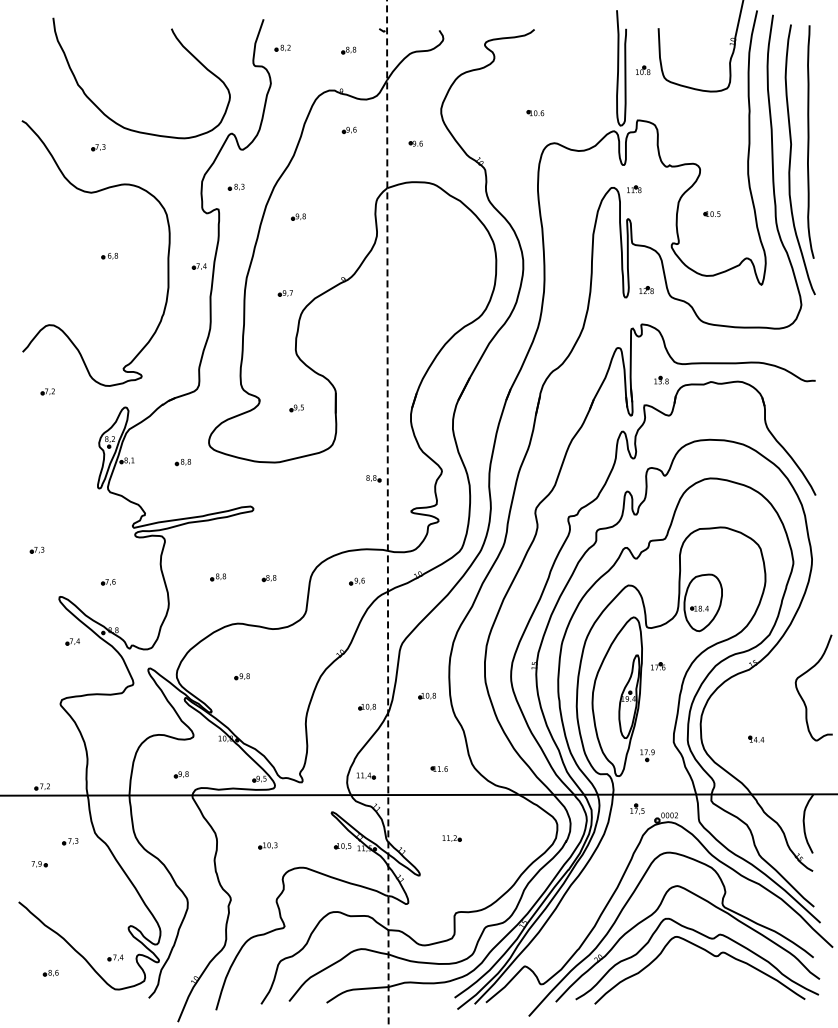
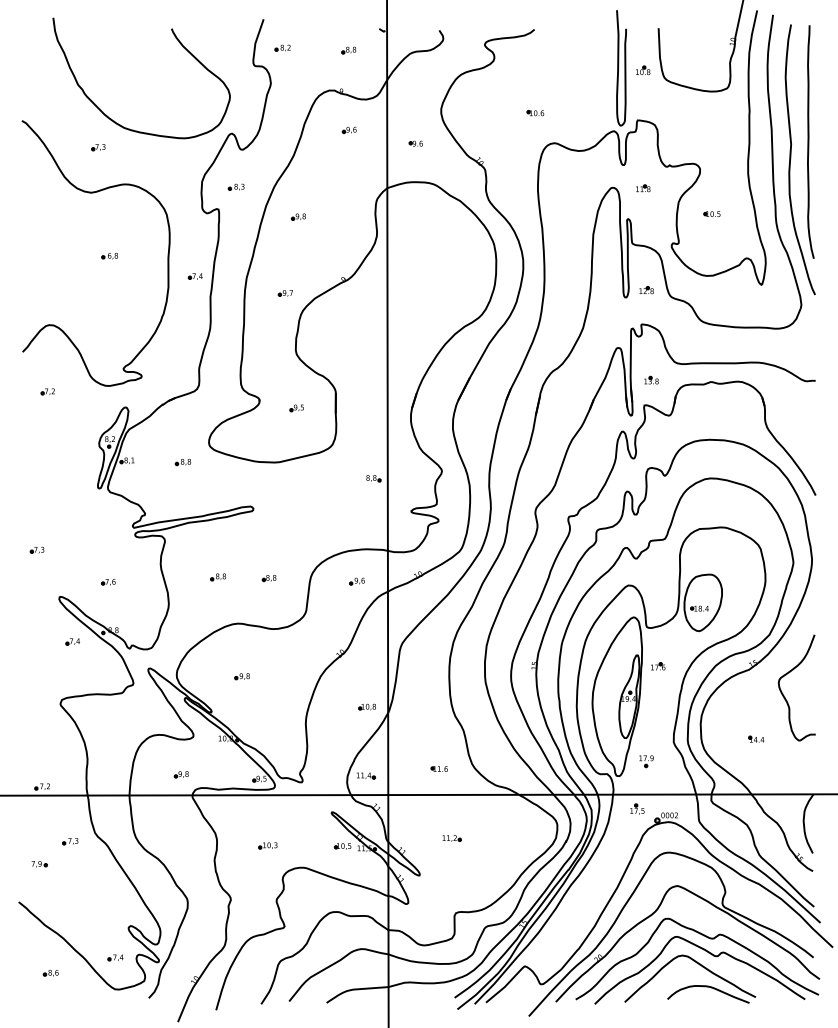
part at (634, 189) position: (634, 189) -> (643, 188)
part at (198, 266) position: (198, 266) -> (194, 276)
part at (661, 379) position: (661, 379) -> (651, 379)
line at (387, 514): dashed -> solid
curve at (800, 693) position: (800, 693) -> (783, 693)
part at (426, 695): present -> none
part at (647, 755) position: (647, 755) -> (646, 761)
part at (690, 985): none -> present
